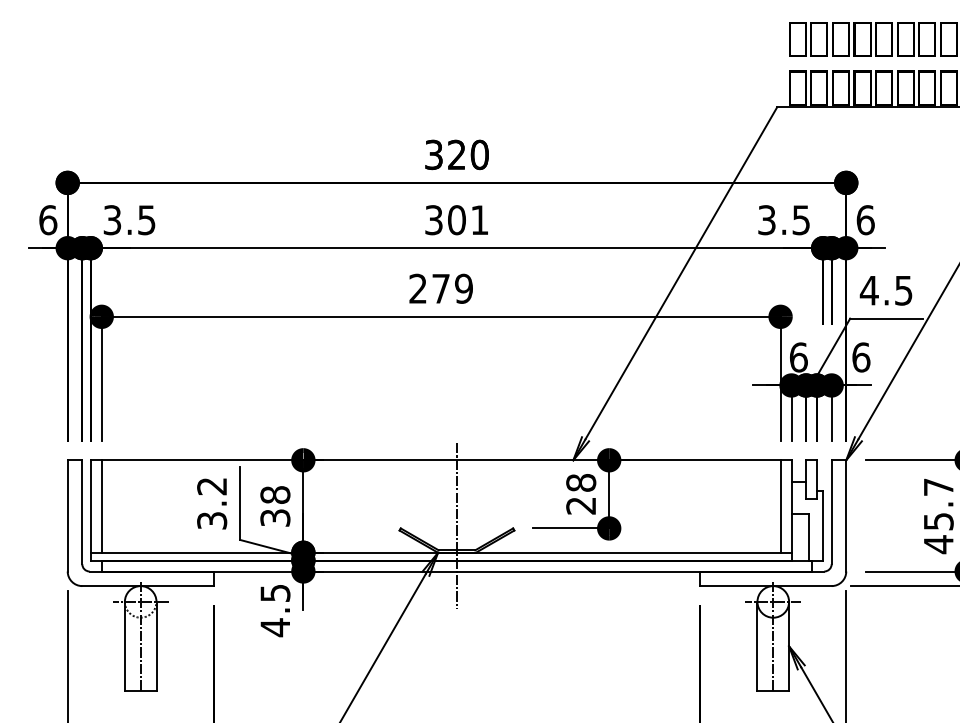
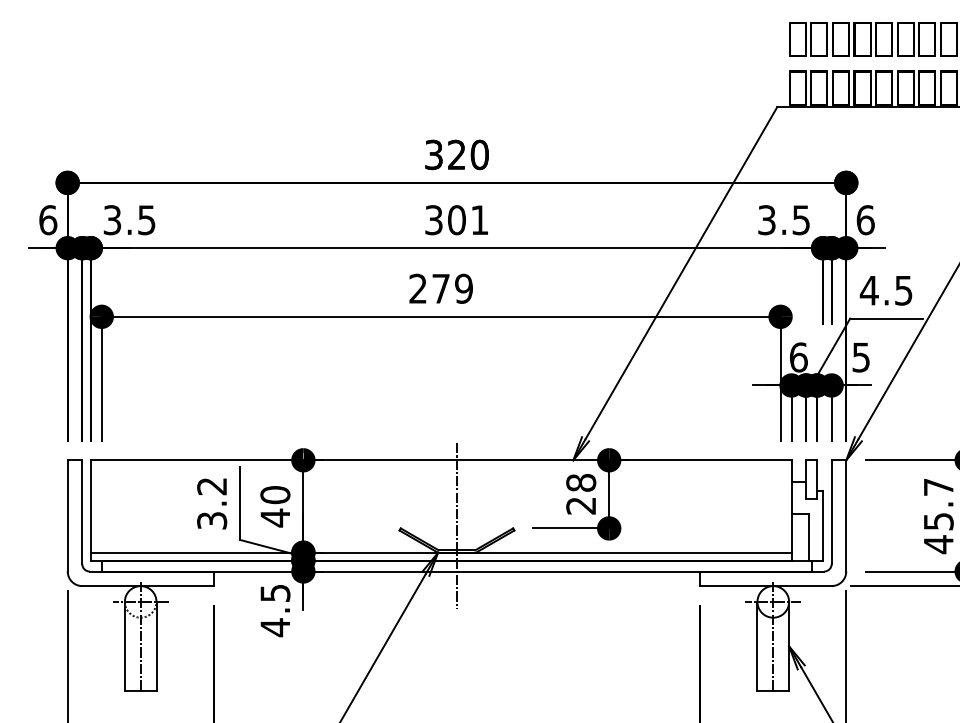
text at (861, 357): 6 -> 5
line at (101, 506): present -> none
text at (275, 506): 38 -> 40
line at (780, 506): present -> none
